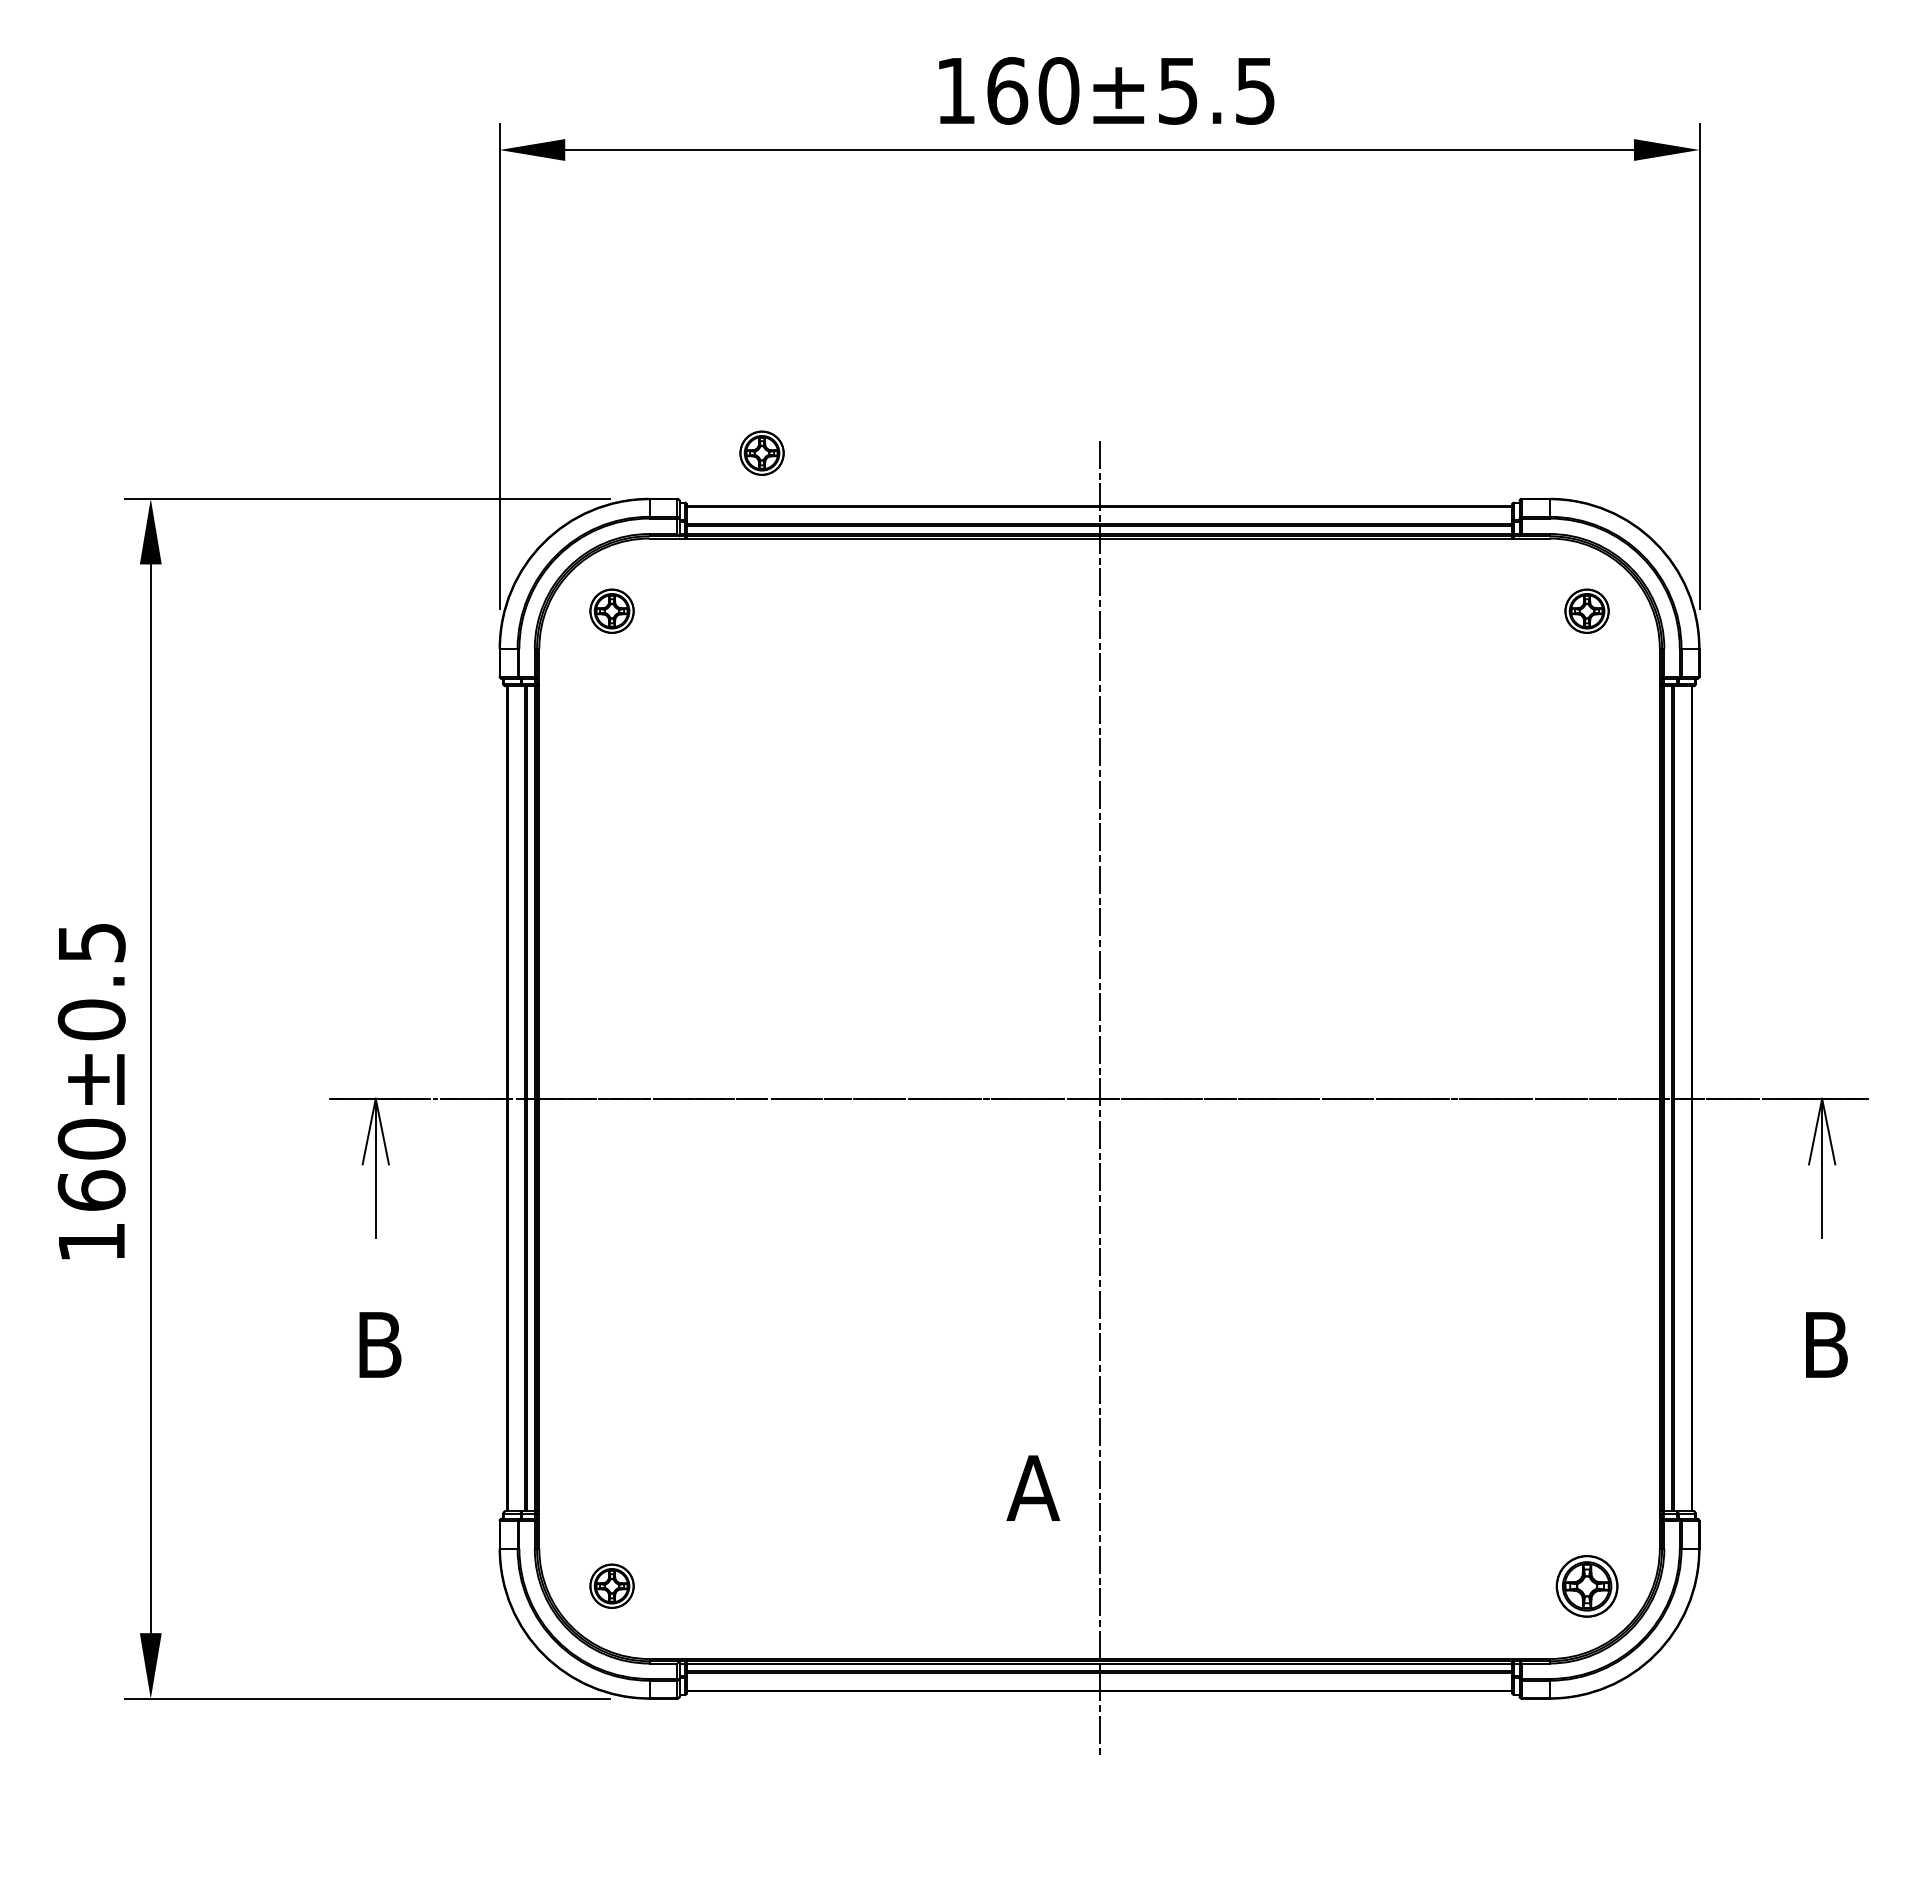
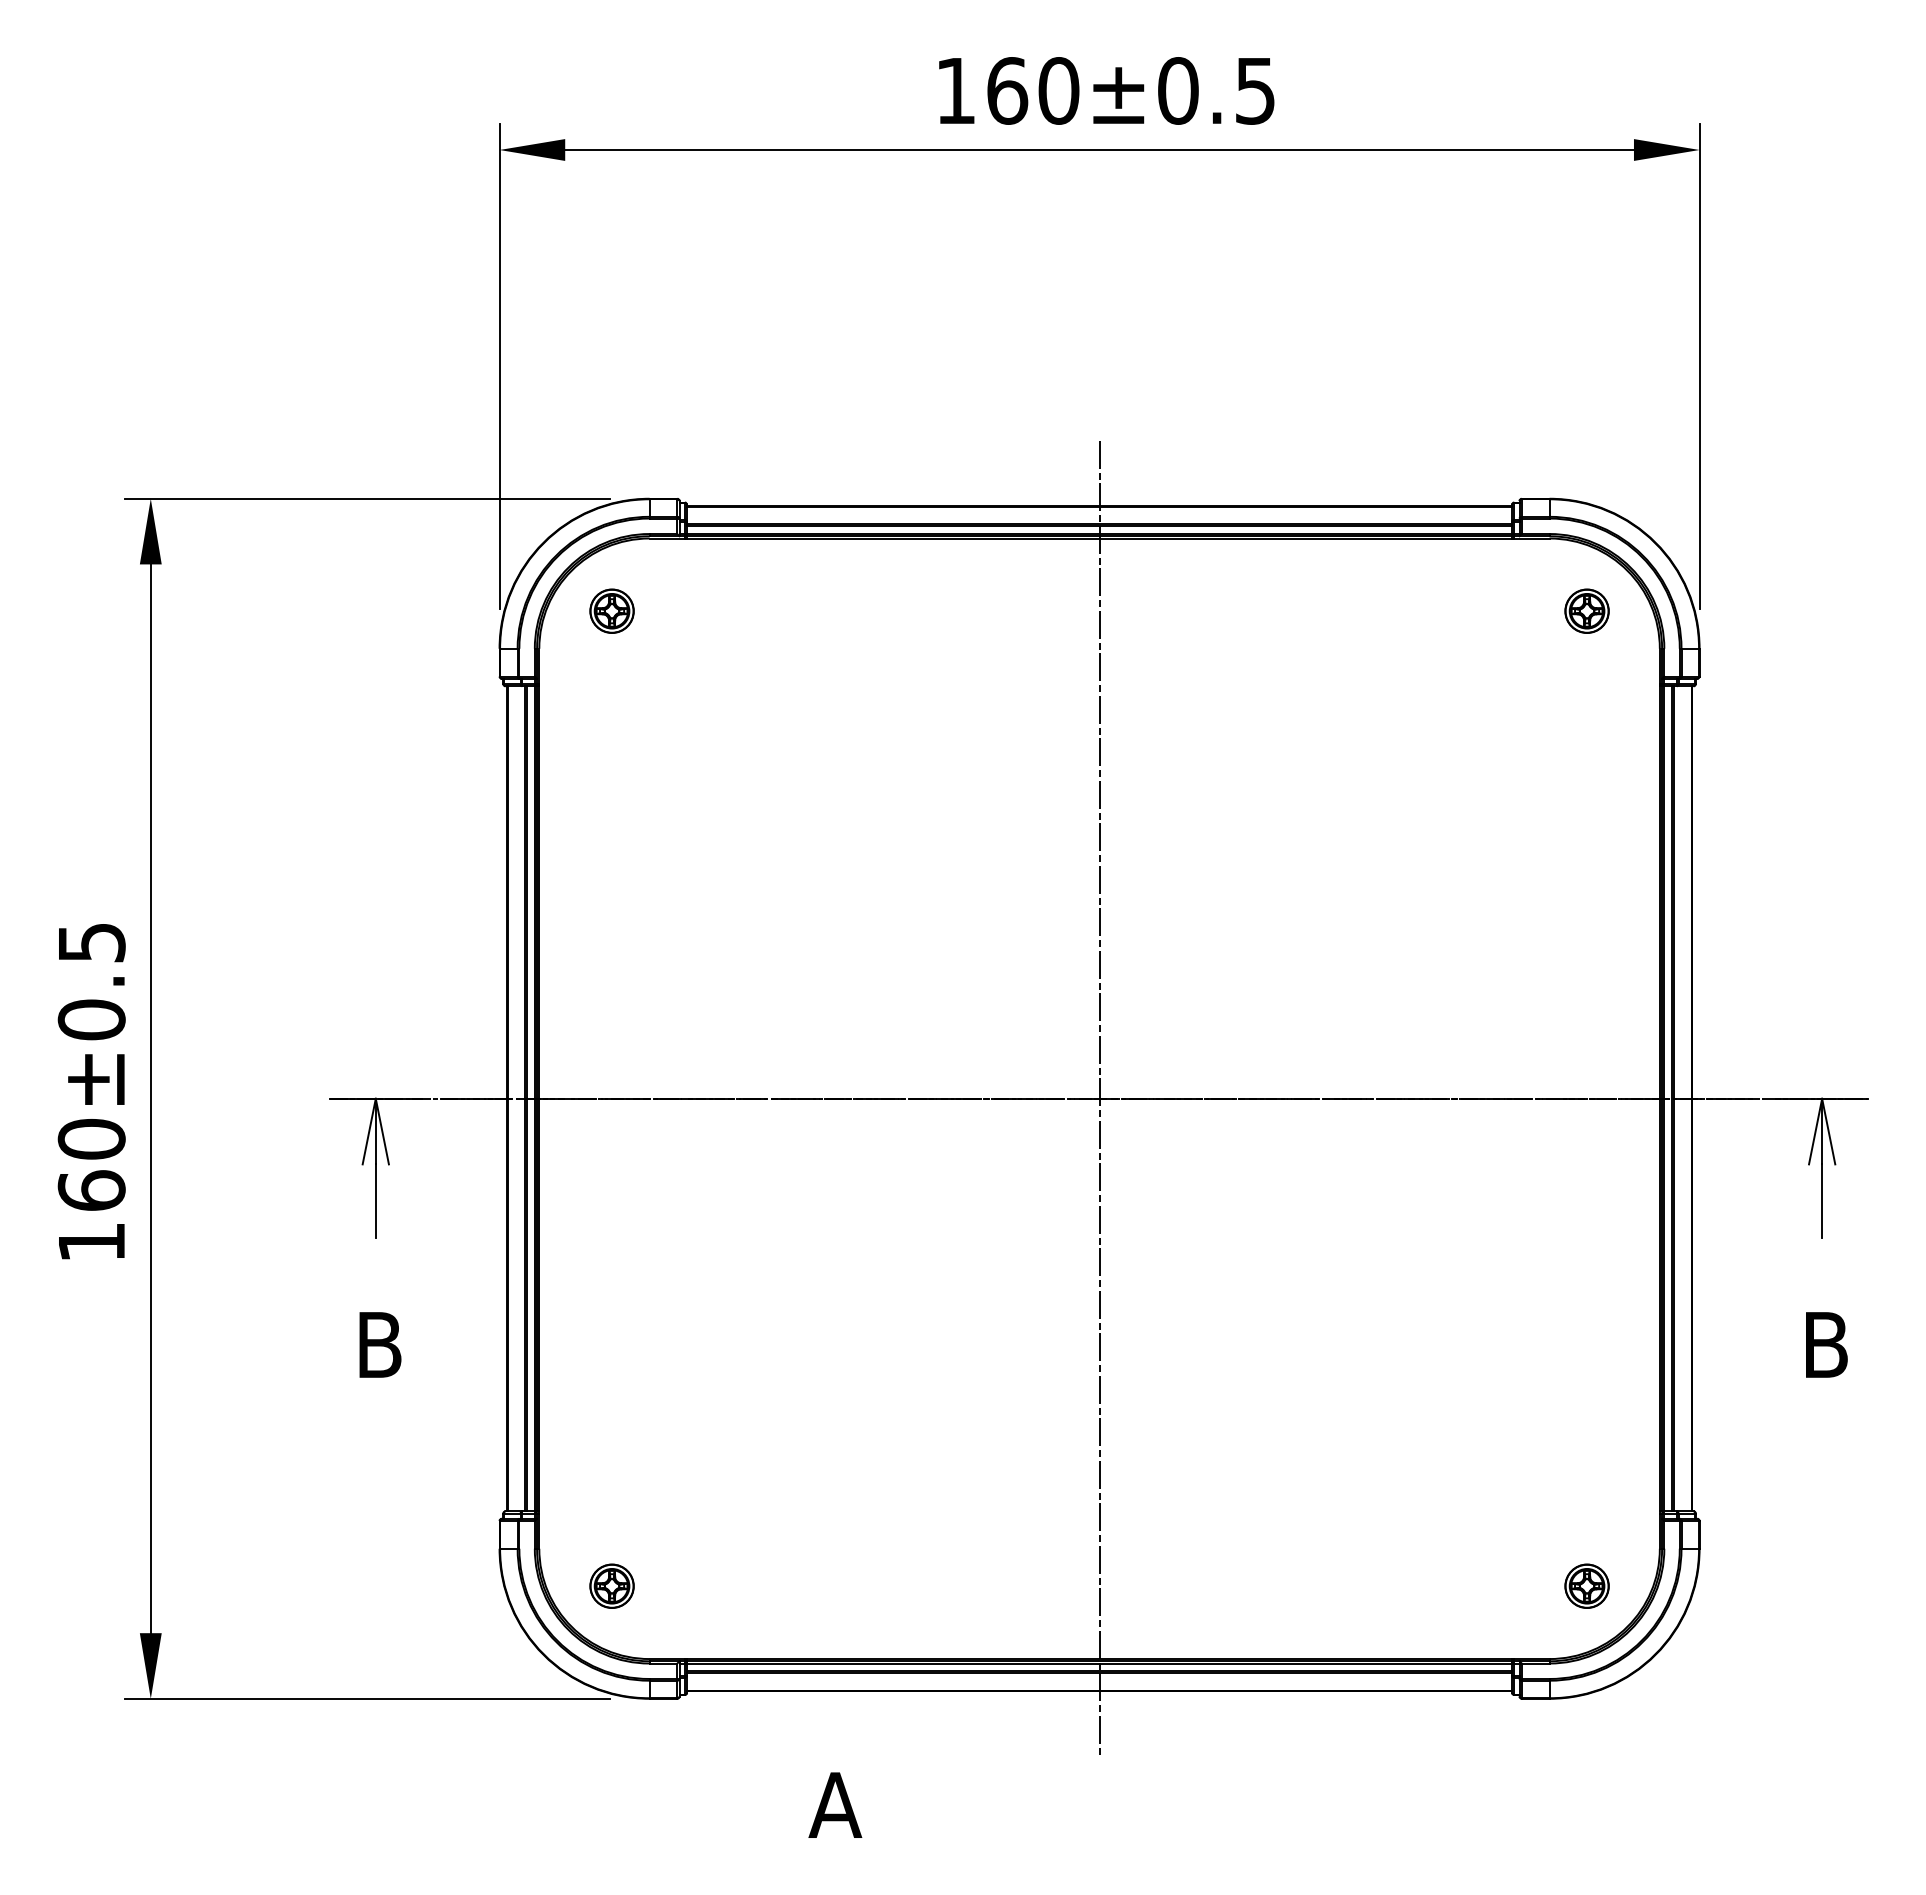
text at (1178, 90): 160±5.5 -> 160±0.5
part at (761, 452): present -> none
text at (1033, 1487) position: (1033, 1487) -> (835, 1804)
part at (1586, 1586) size: 64x63 px -> 46x46 px
